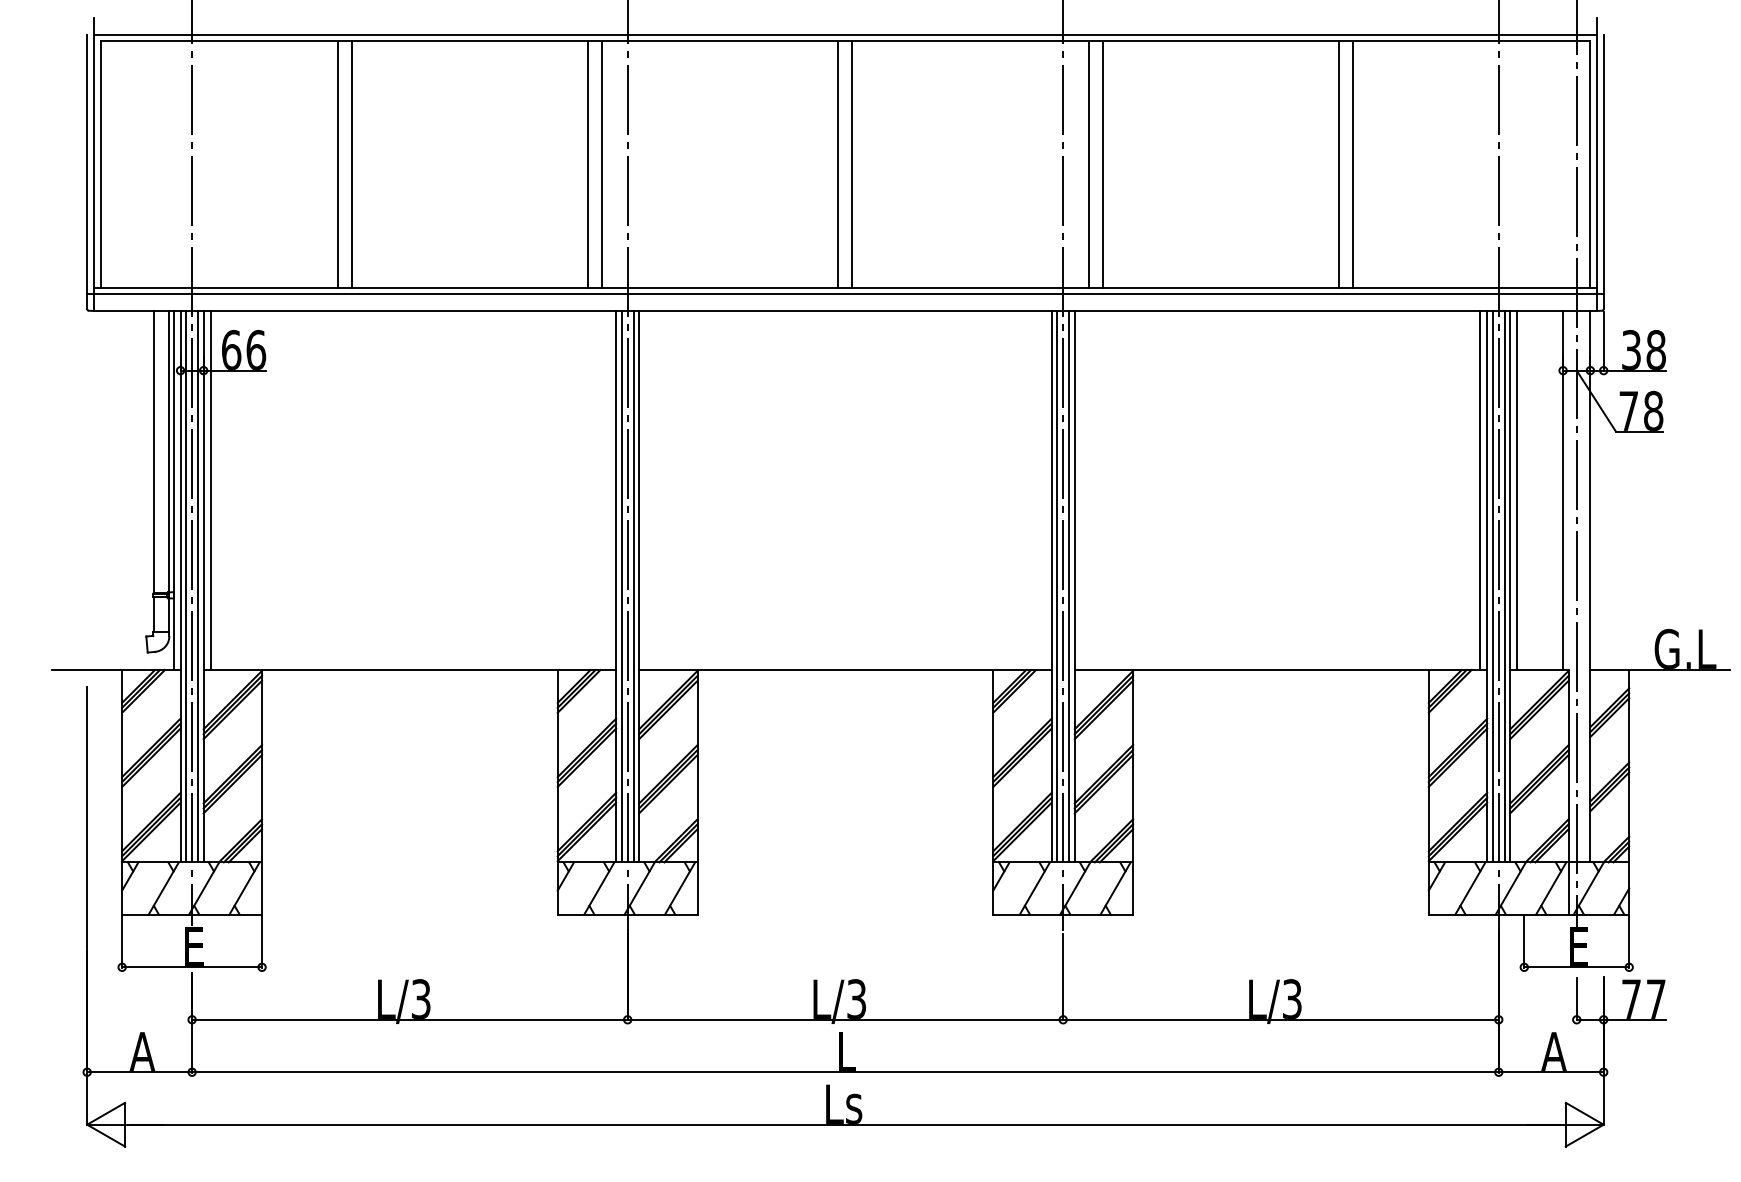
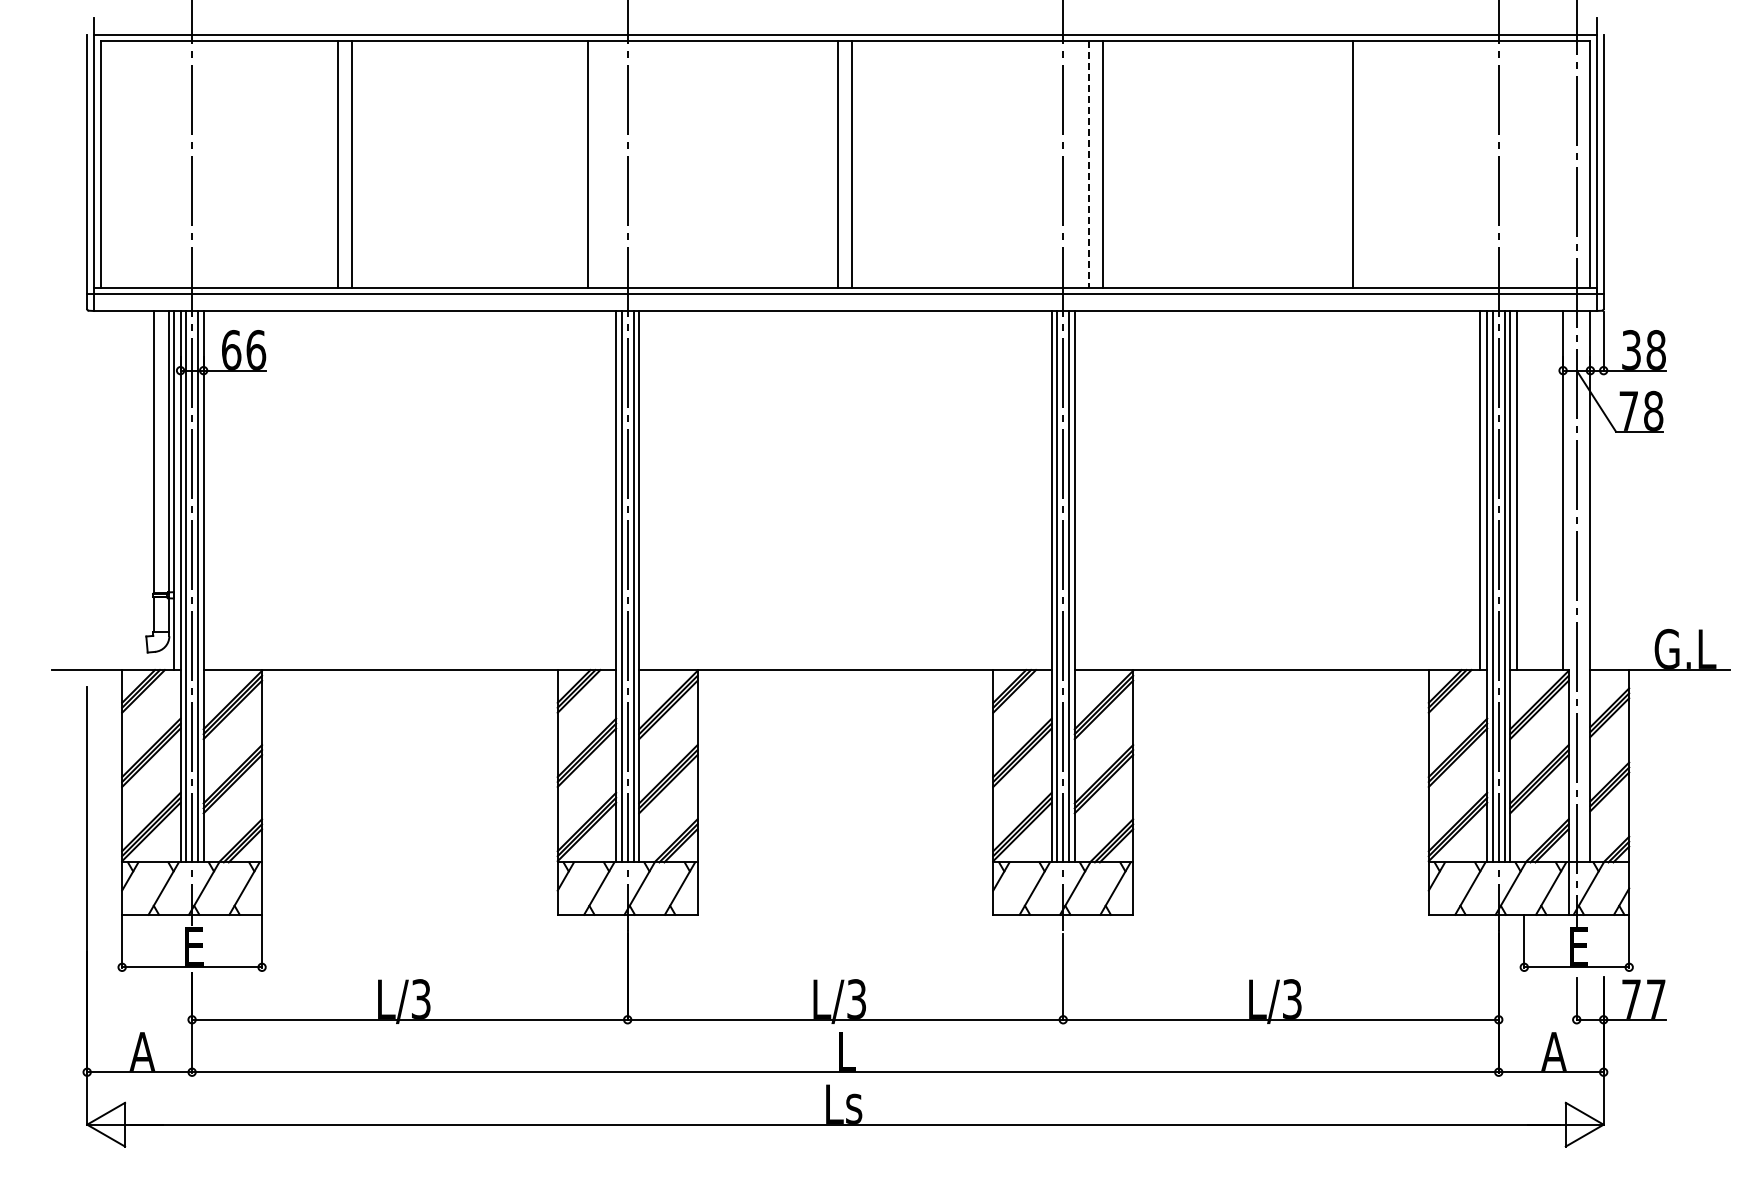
line at (602, 164): present -> none
line at (1088, 164): solid -> dashed
line at (1339, 164): present -> none
line at (210, 490): present -> none
